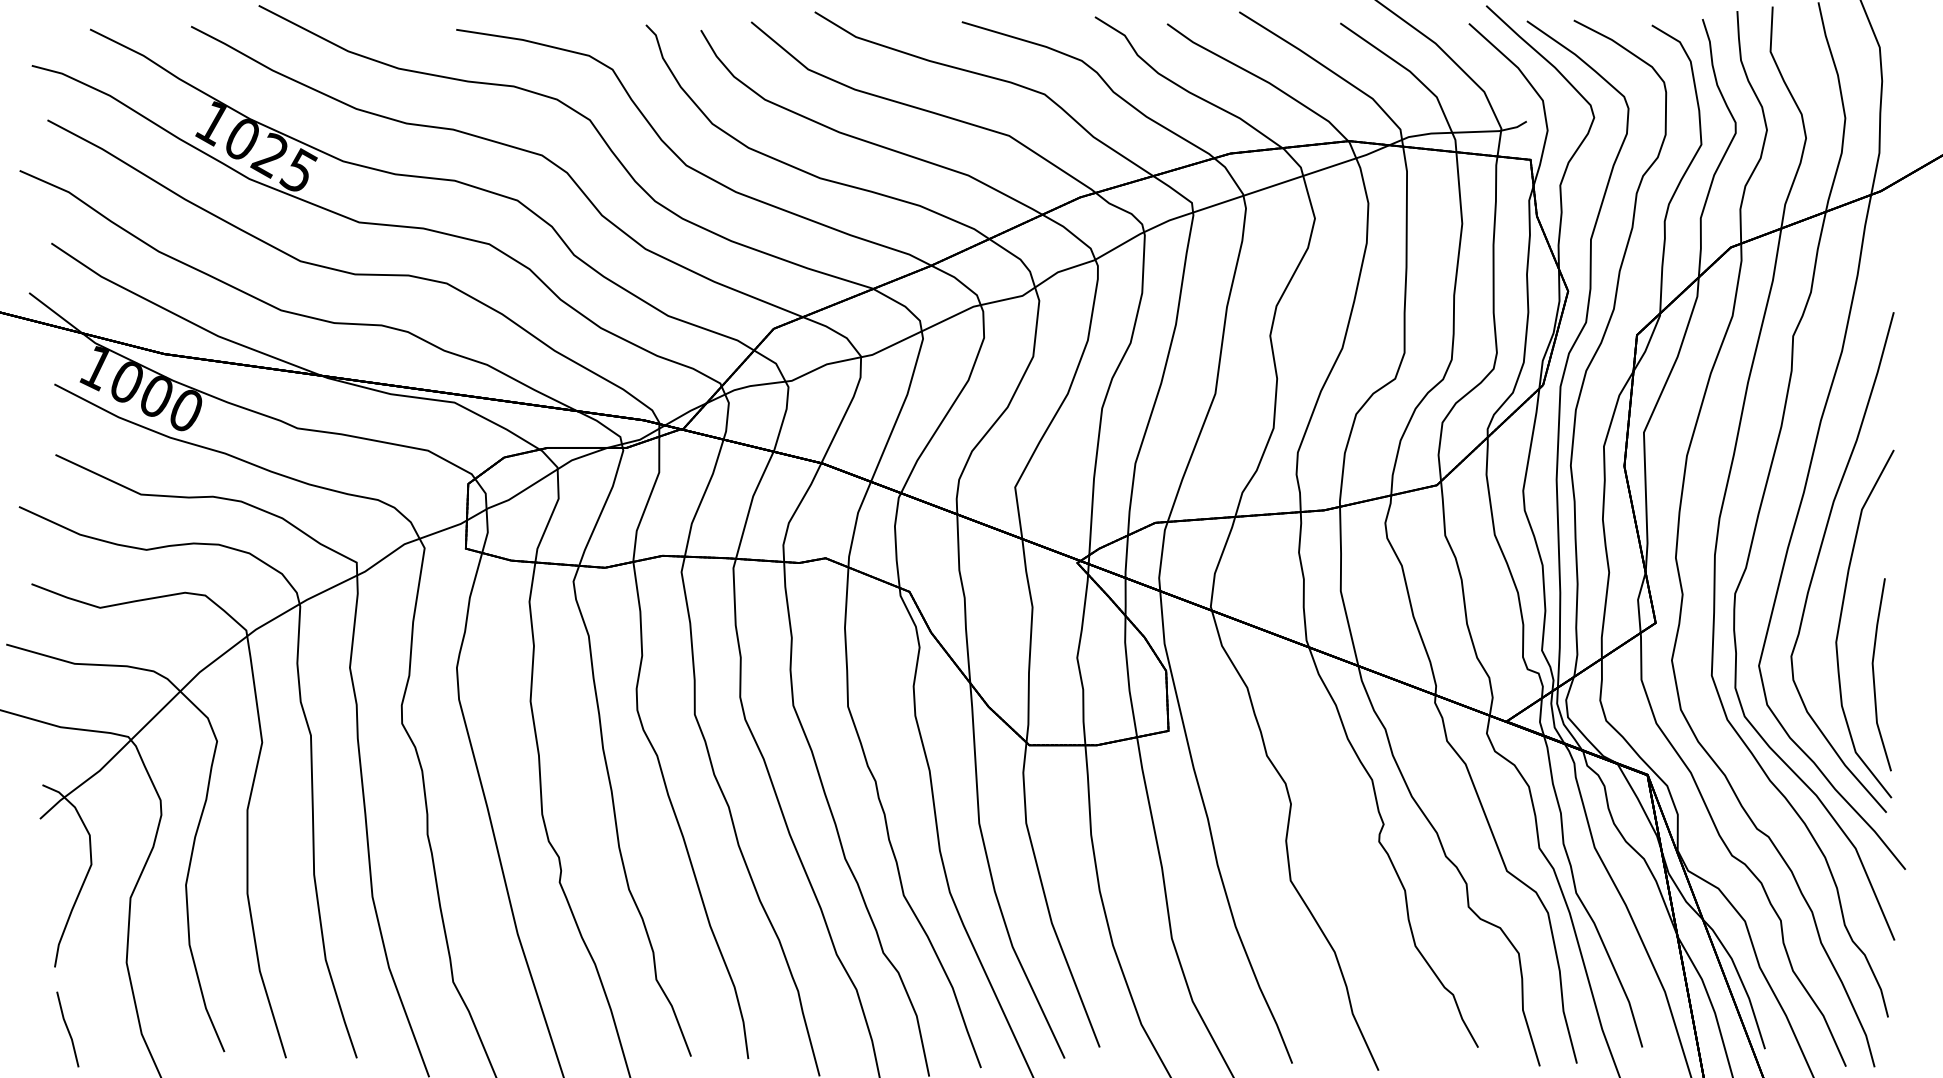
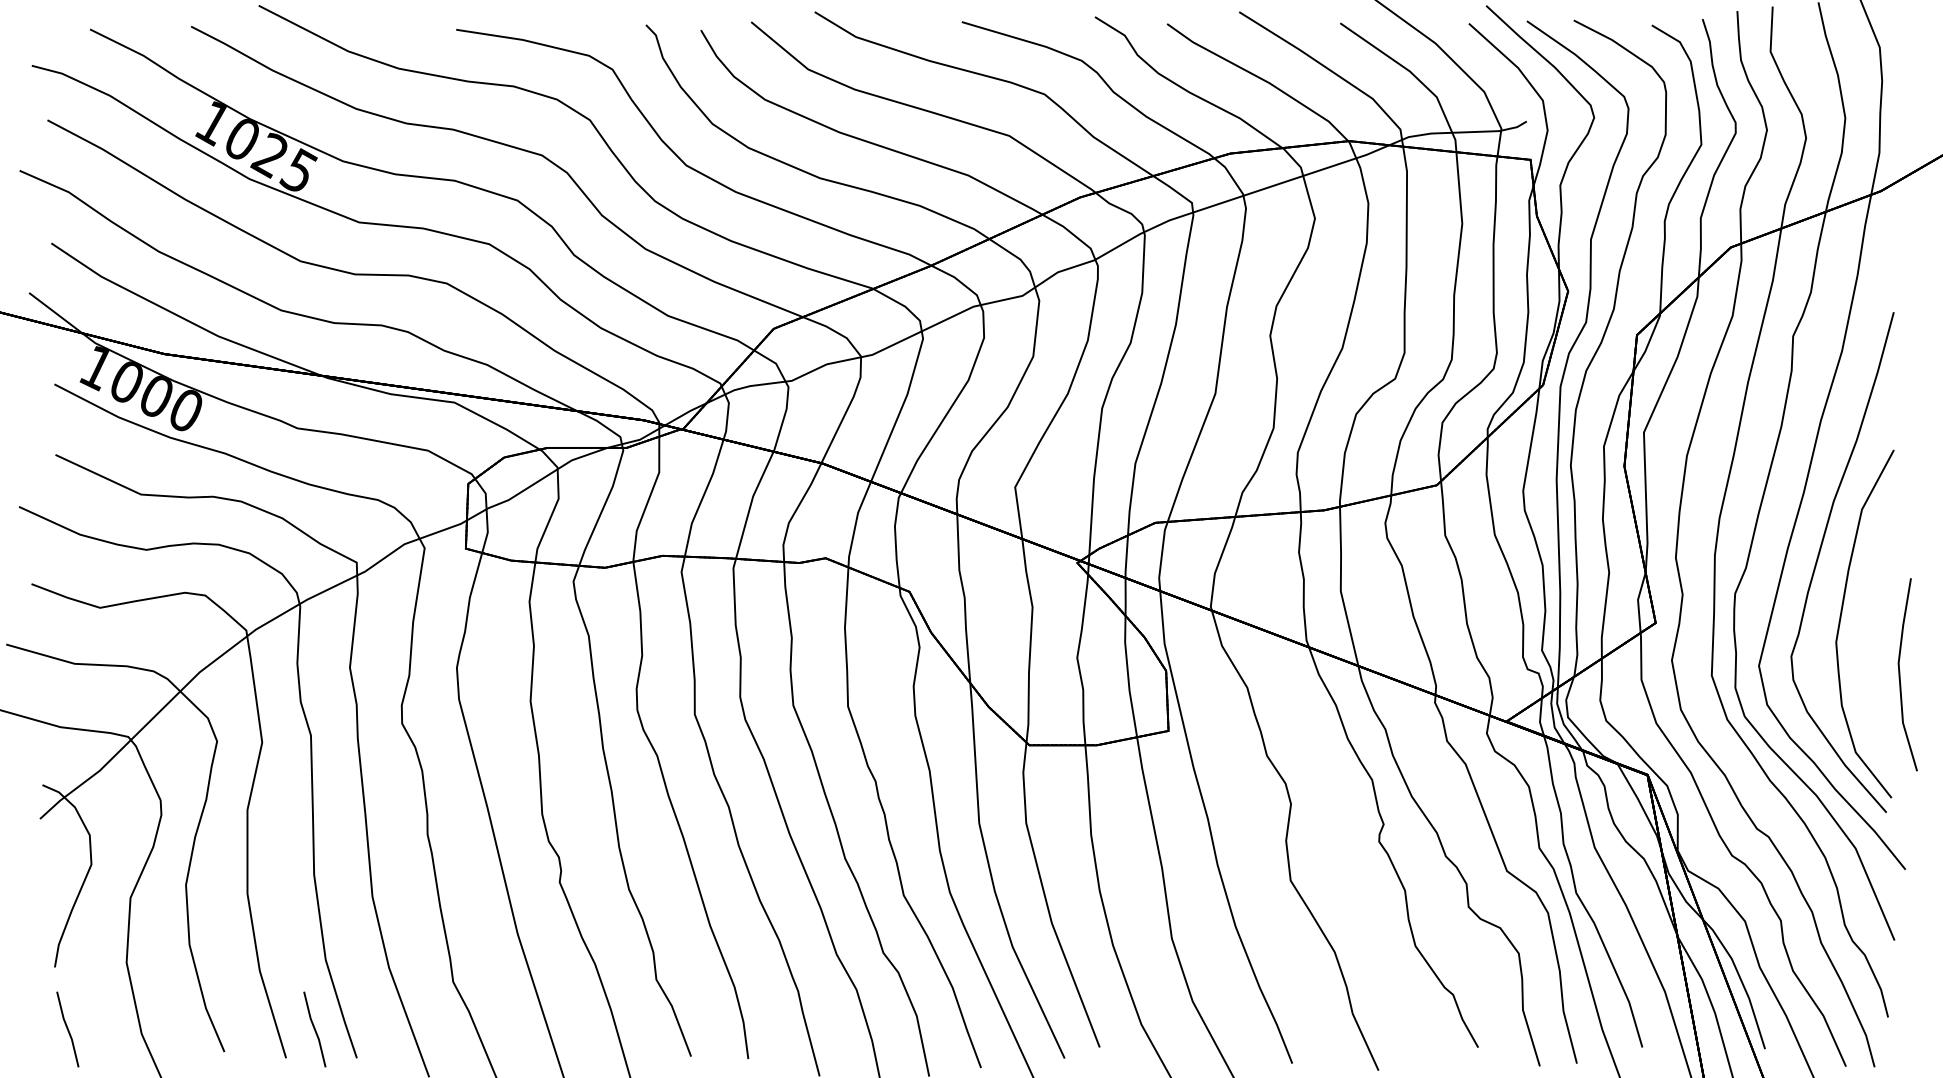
part at (1874, 674) position: (1874, 674) -> (1900, 674)
line at (314, 1029): none -> present
